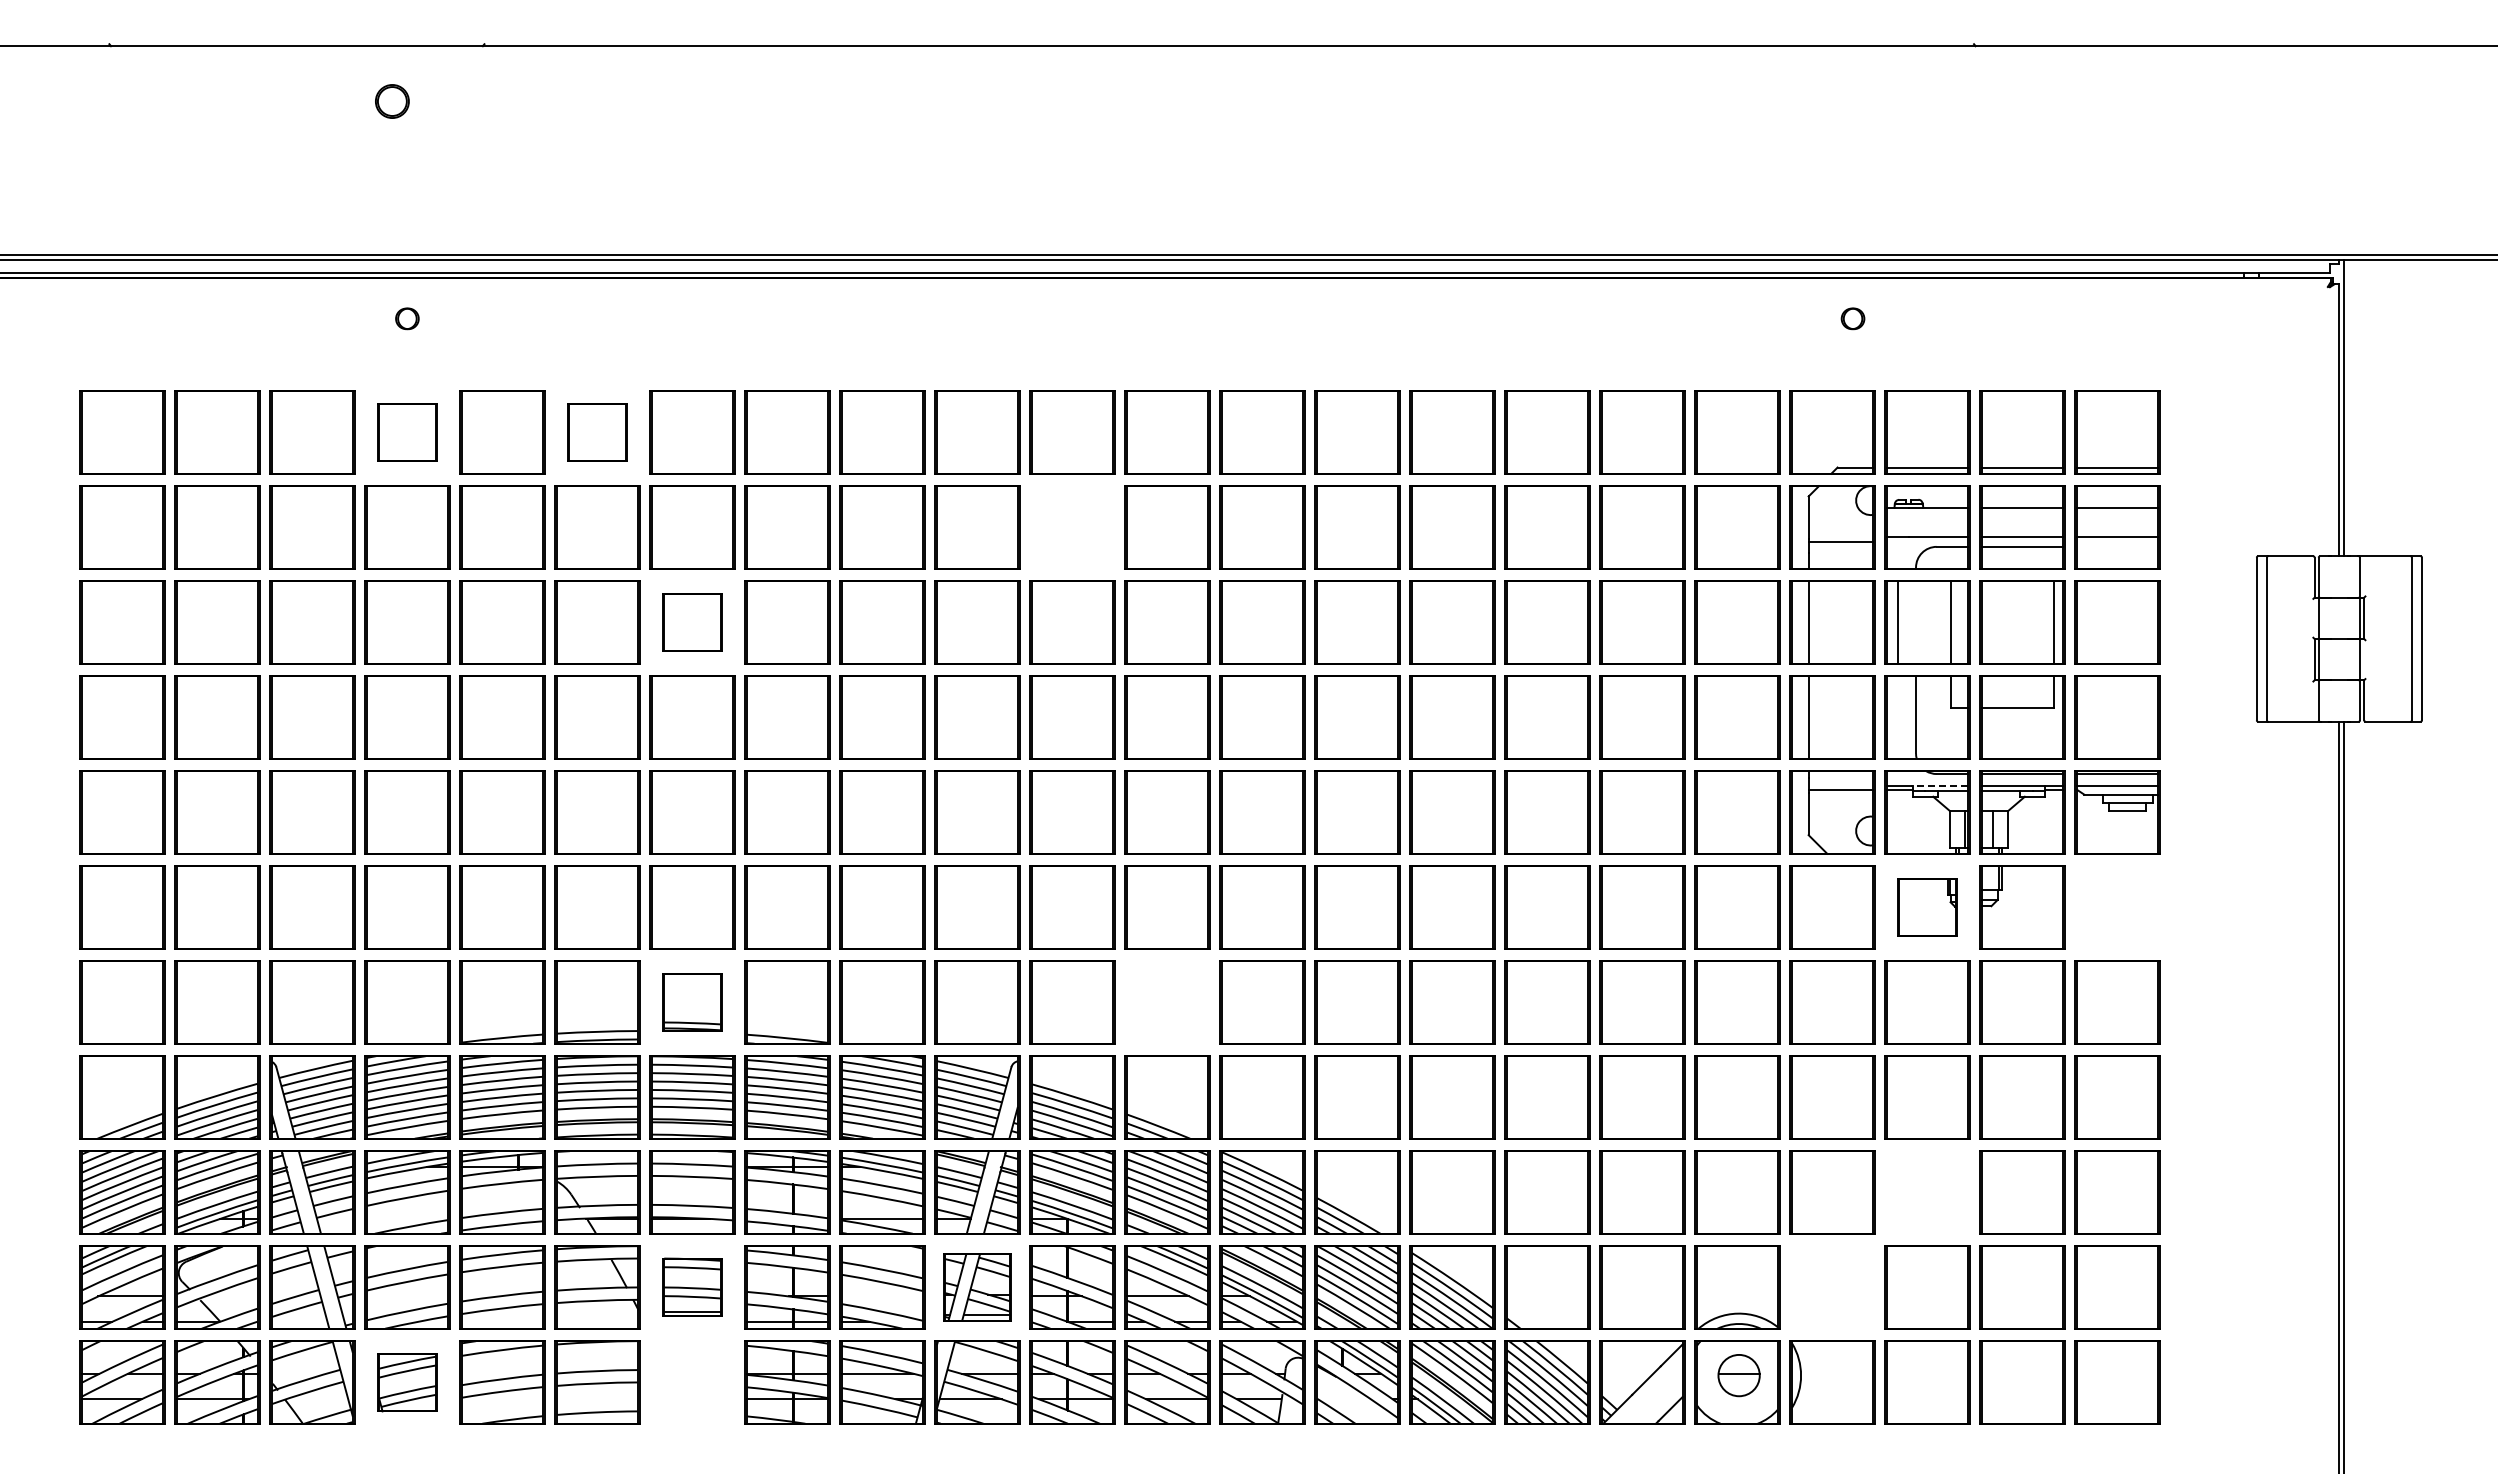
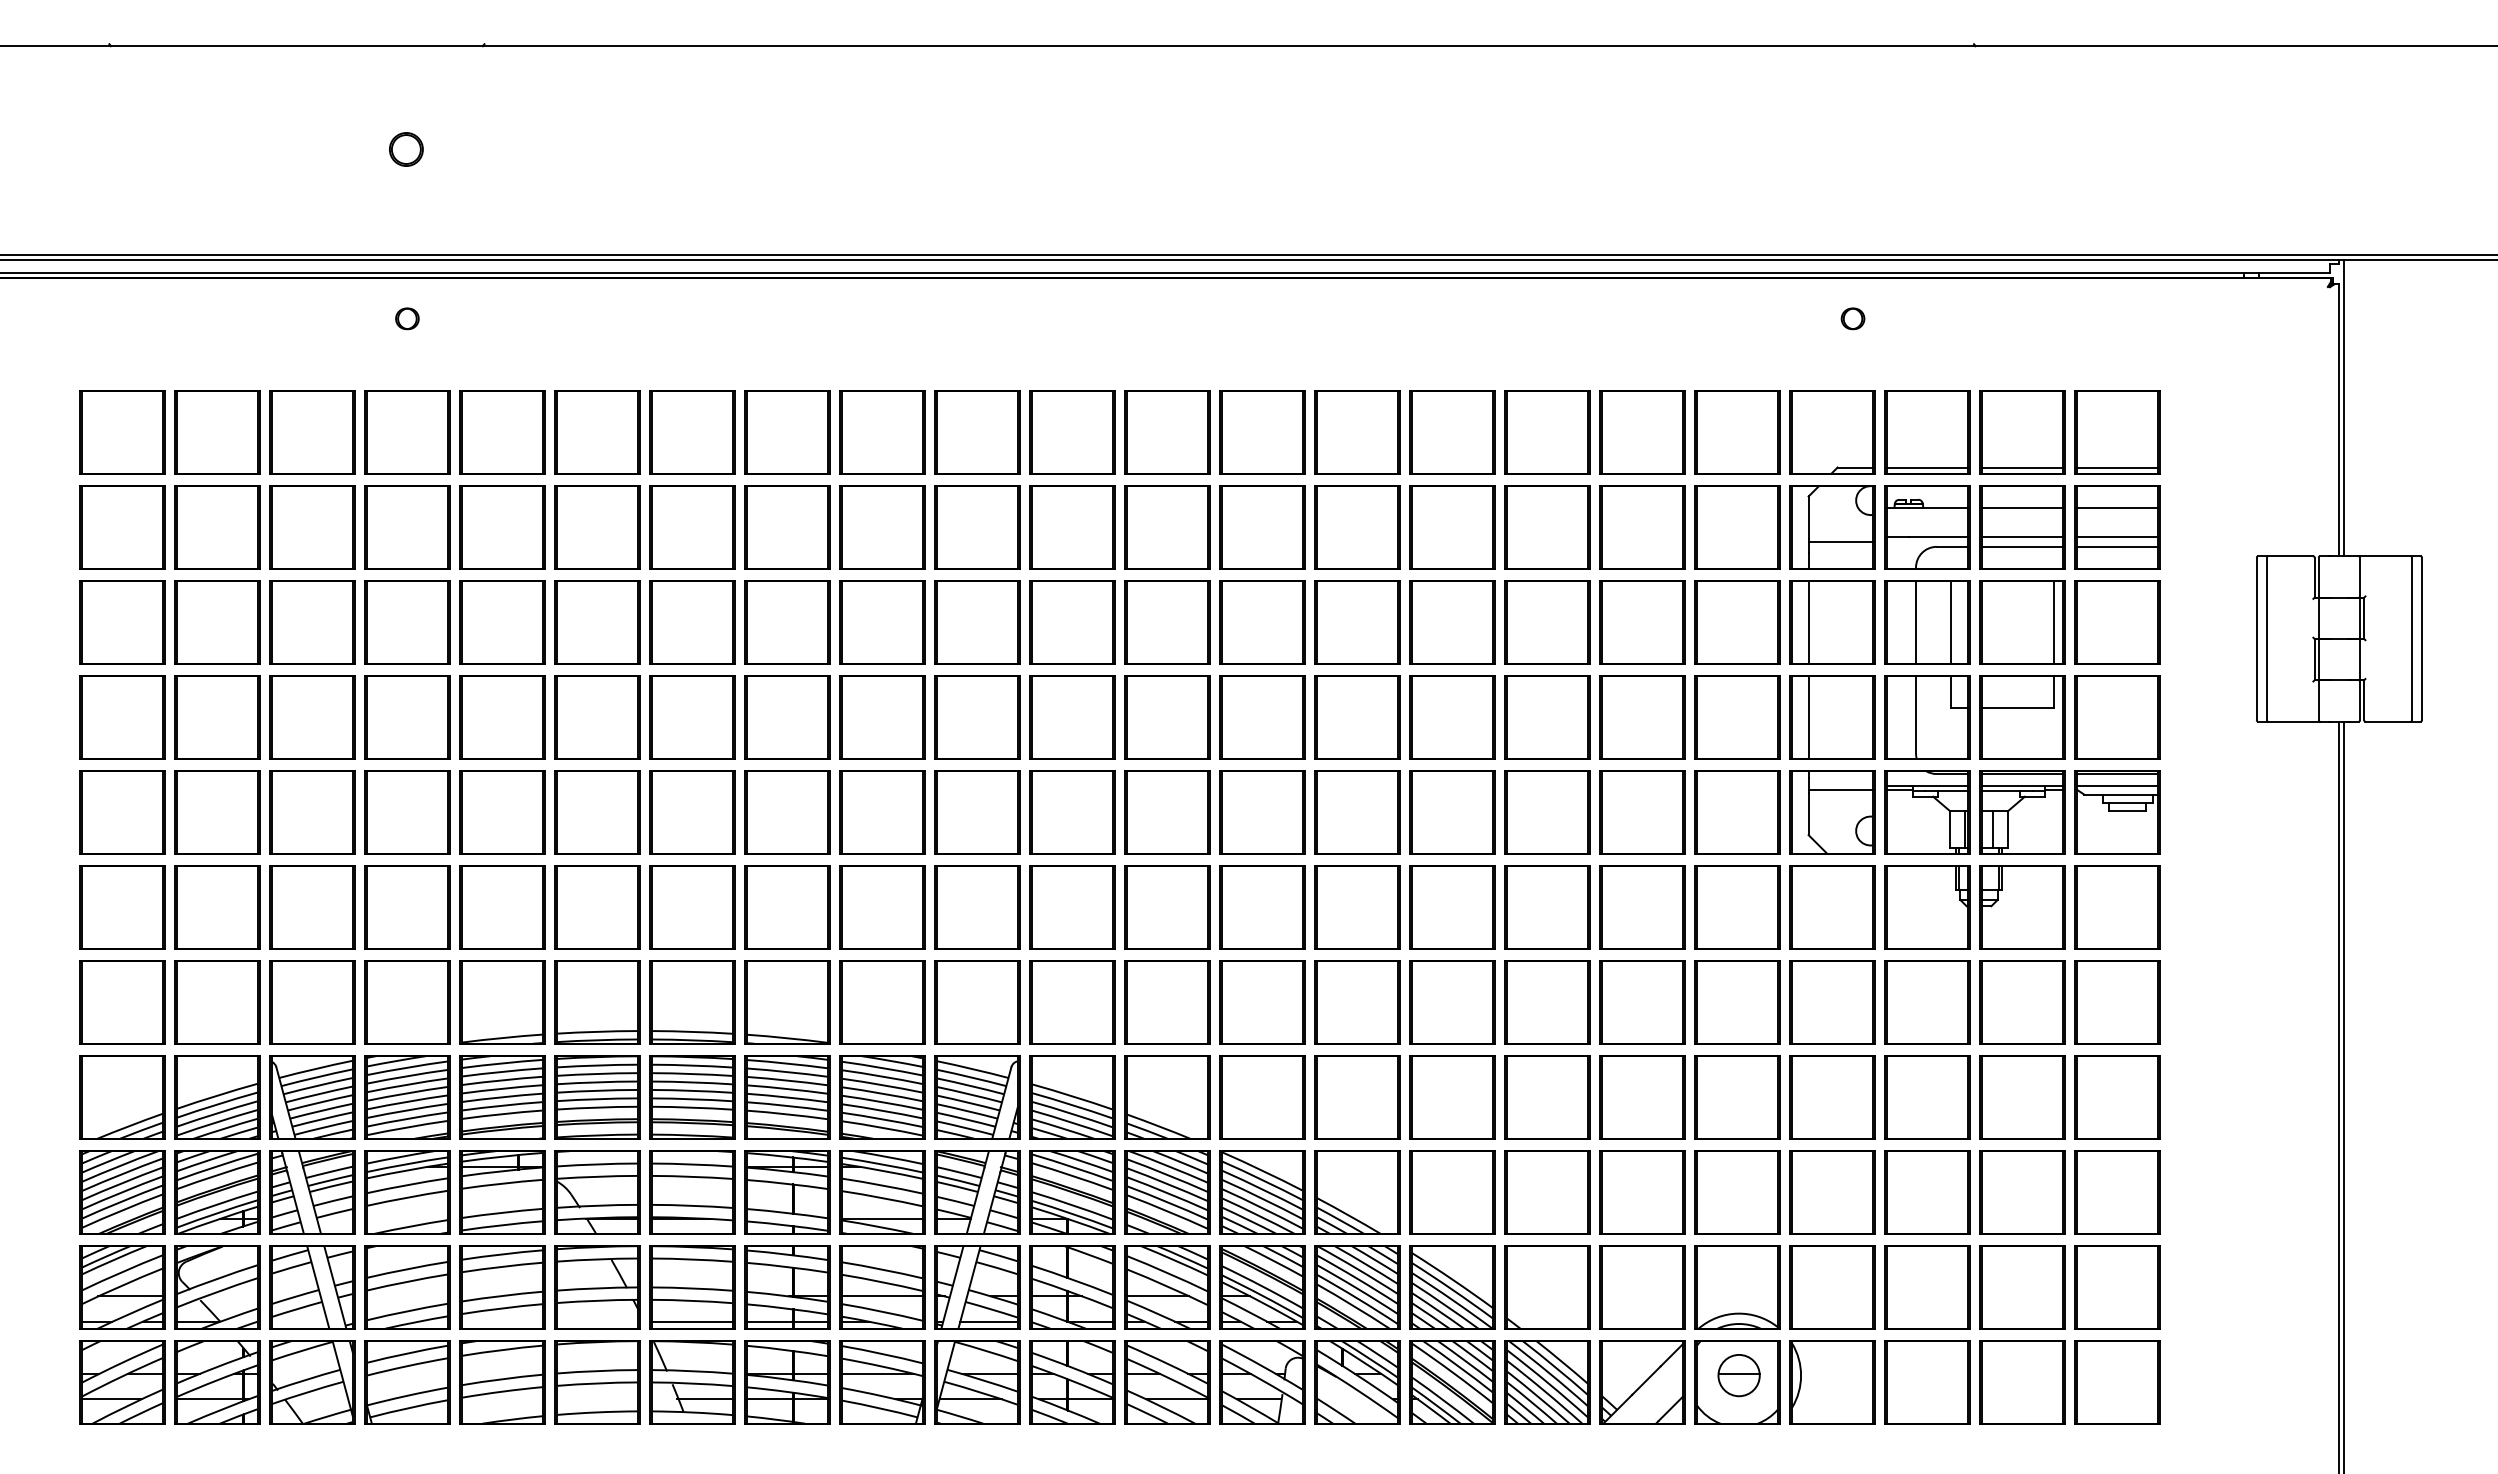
part at (392, 101) position: (392, 101) -> (406, 149)
part at (407, 432) size: 61x59 px -> 87x85 px
part at (597, 432) size: 61x59 px -> 87x85 px
part at (1072, 527): none -> present
line at (2117, 546): none -> present
part at (692, 622) size: 61x59 px -> 87x85 px
line at (1898, 622) position: (1898, 622) -> (1916, 622)
line at (1938, 786): dashed -> solid
part at (1927, 907) size: 61x59 px -> 87x85 px
part at (2117, 907): none -> present
part at (692, 1002) size: 61x59 px -> 87x85 px
part at (1167, 1002): none -> present
part at (1927, 1192): none -> present
part at (692, 1286) size: 61x60 px -> 87x85 px
part at (977, 1287) size: 69x69 px -> 87x85 px
part at (1832, 1287): none -> present
line at (882, 1296): none -> present
part at (407, 1382) size: 61x60 px -> 87x85 px
part at (692, 1382): none -> present
